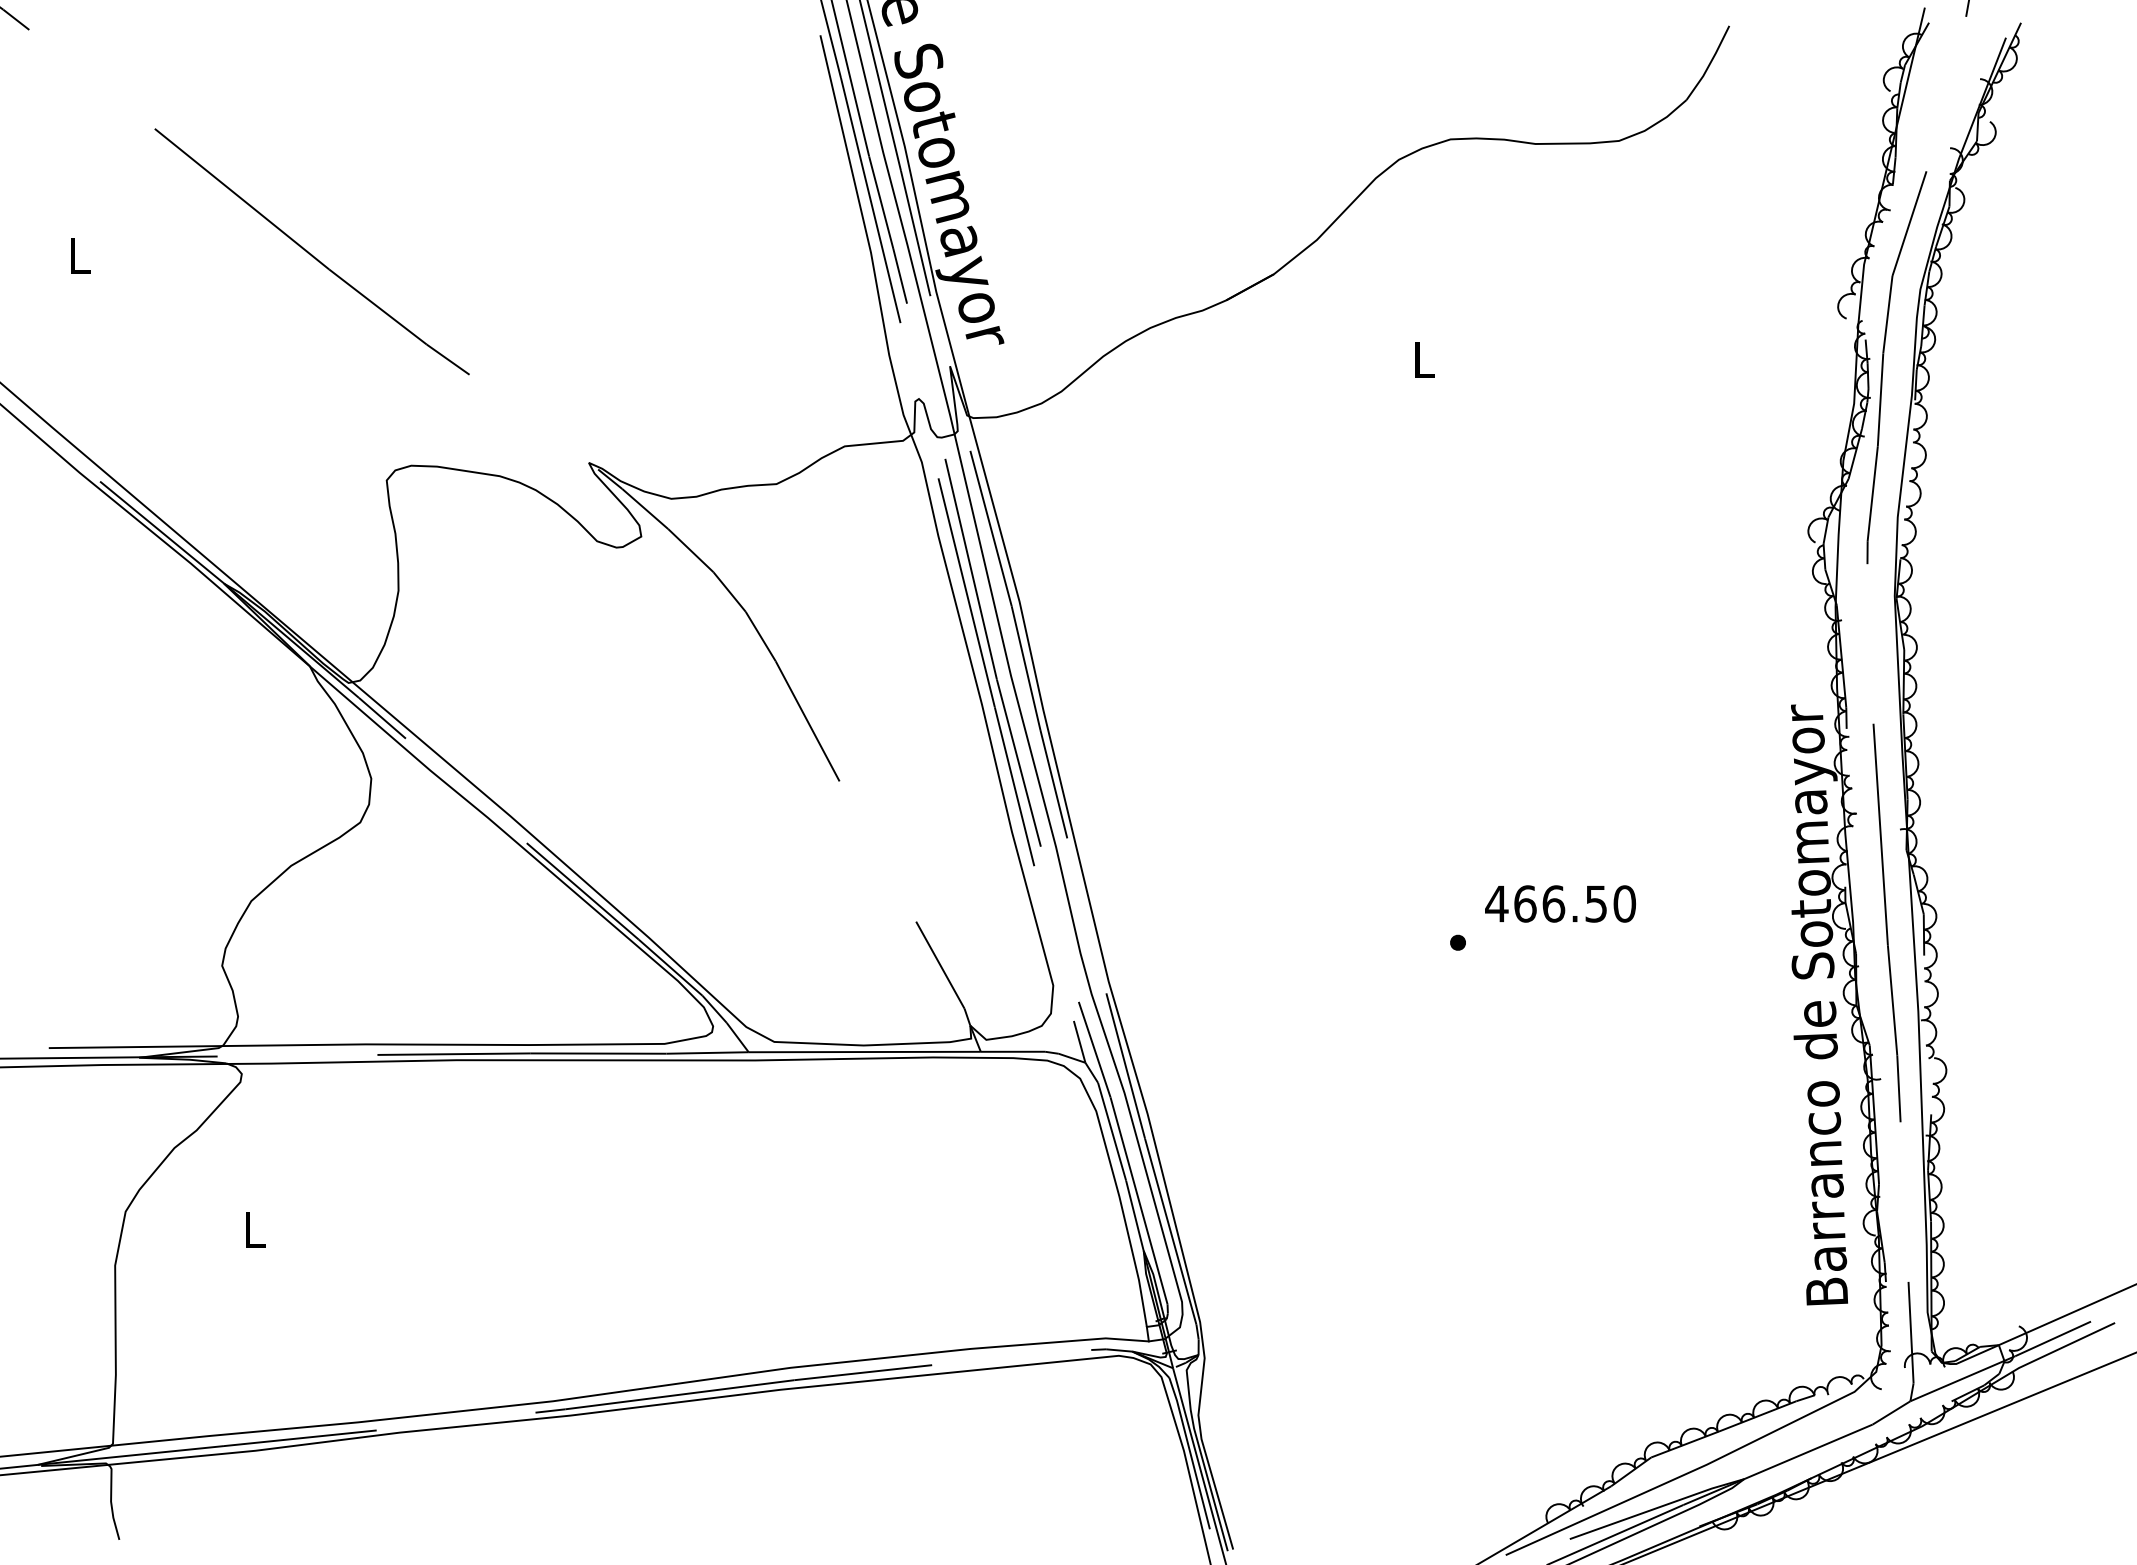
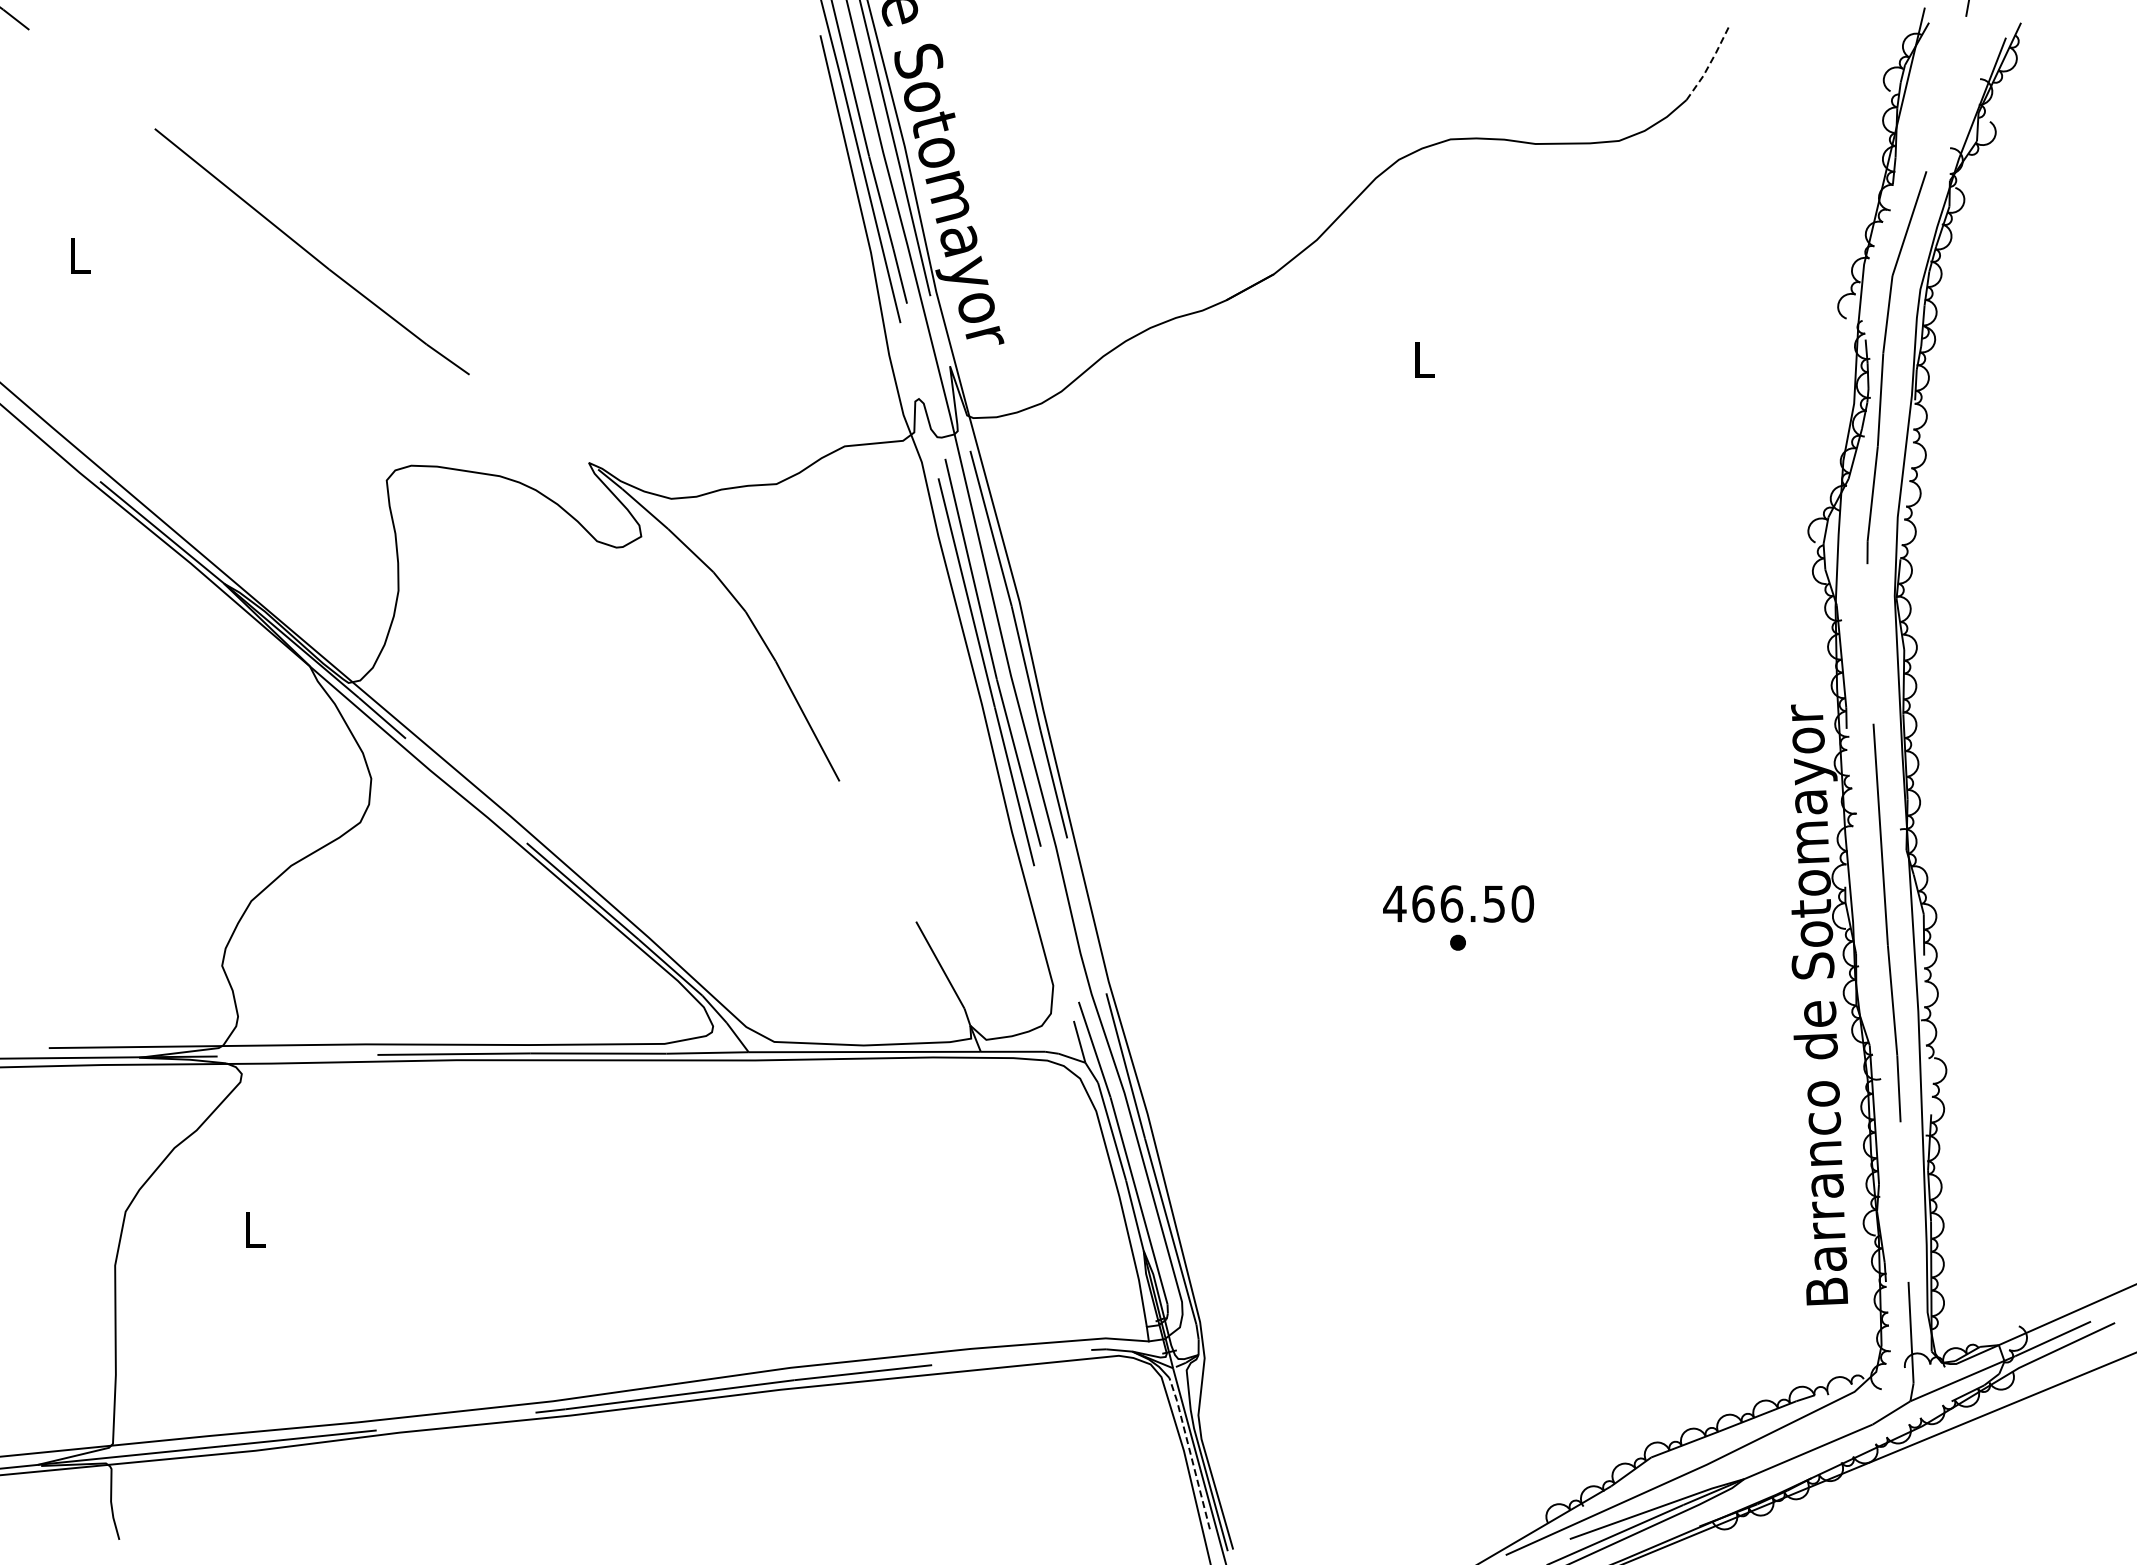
line at (1709, 64): solid -> dashed
text at (1560, 903) position: (1560, 903) -> (1458, 903)
line at (1190, 1451): solid -> dashed
